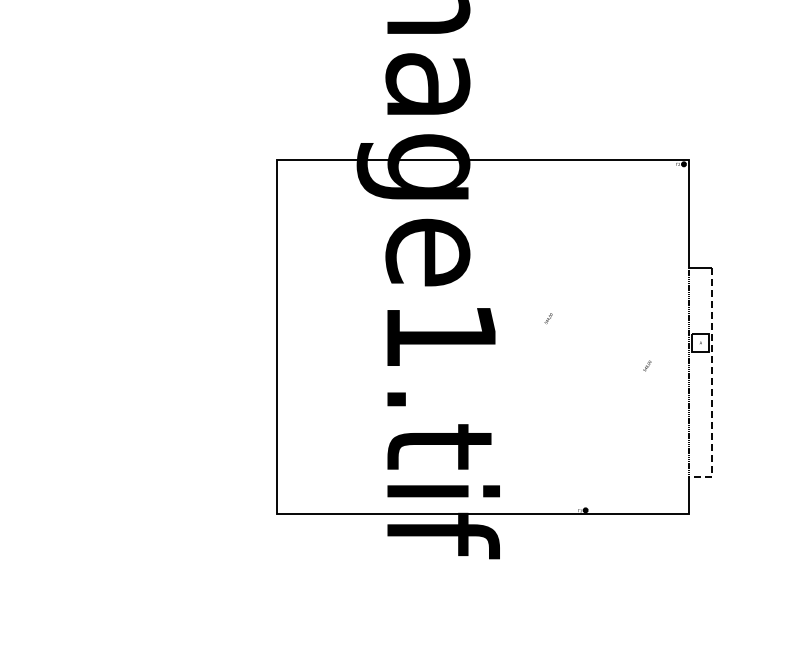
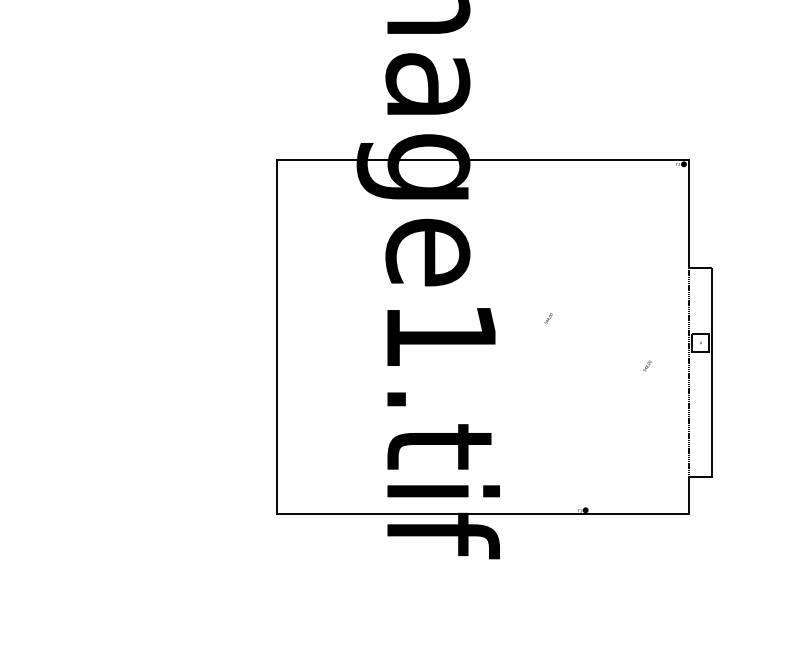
line at (712, 384): dashed -> solid
